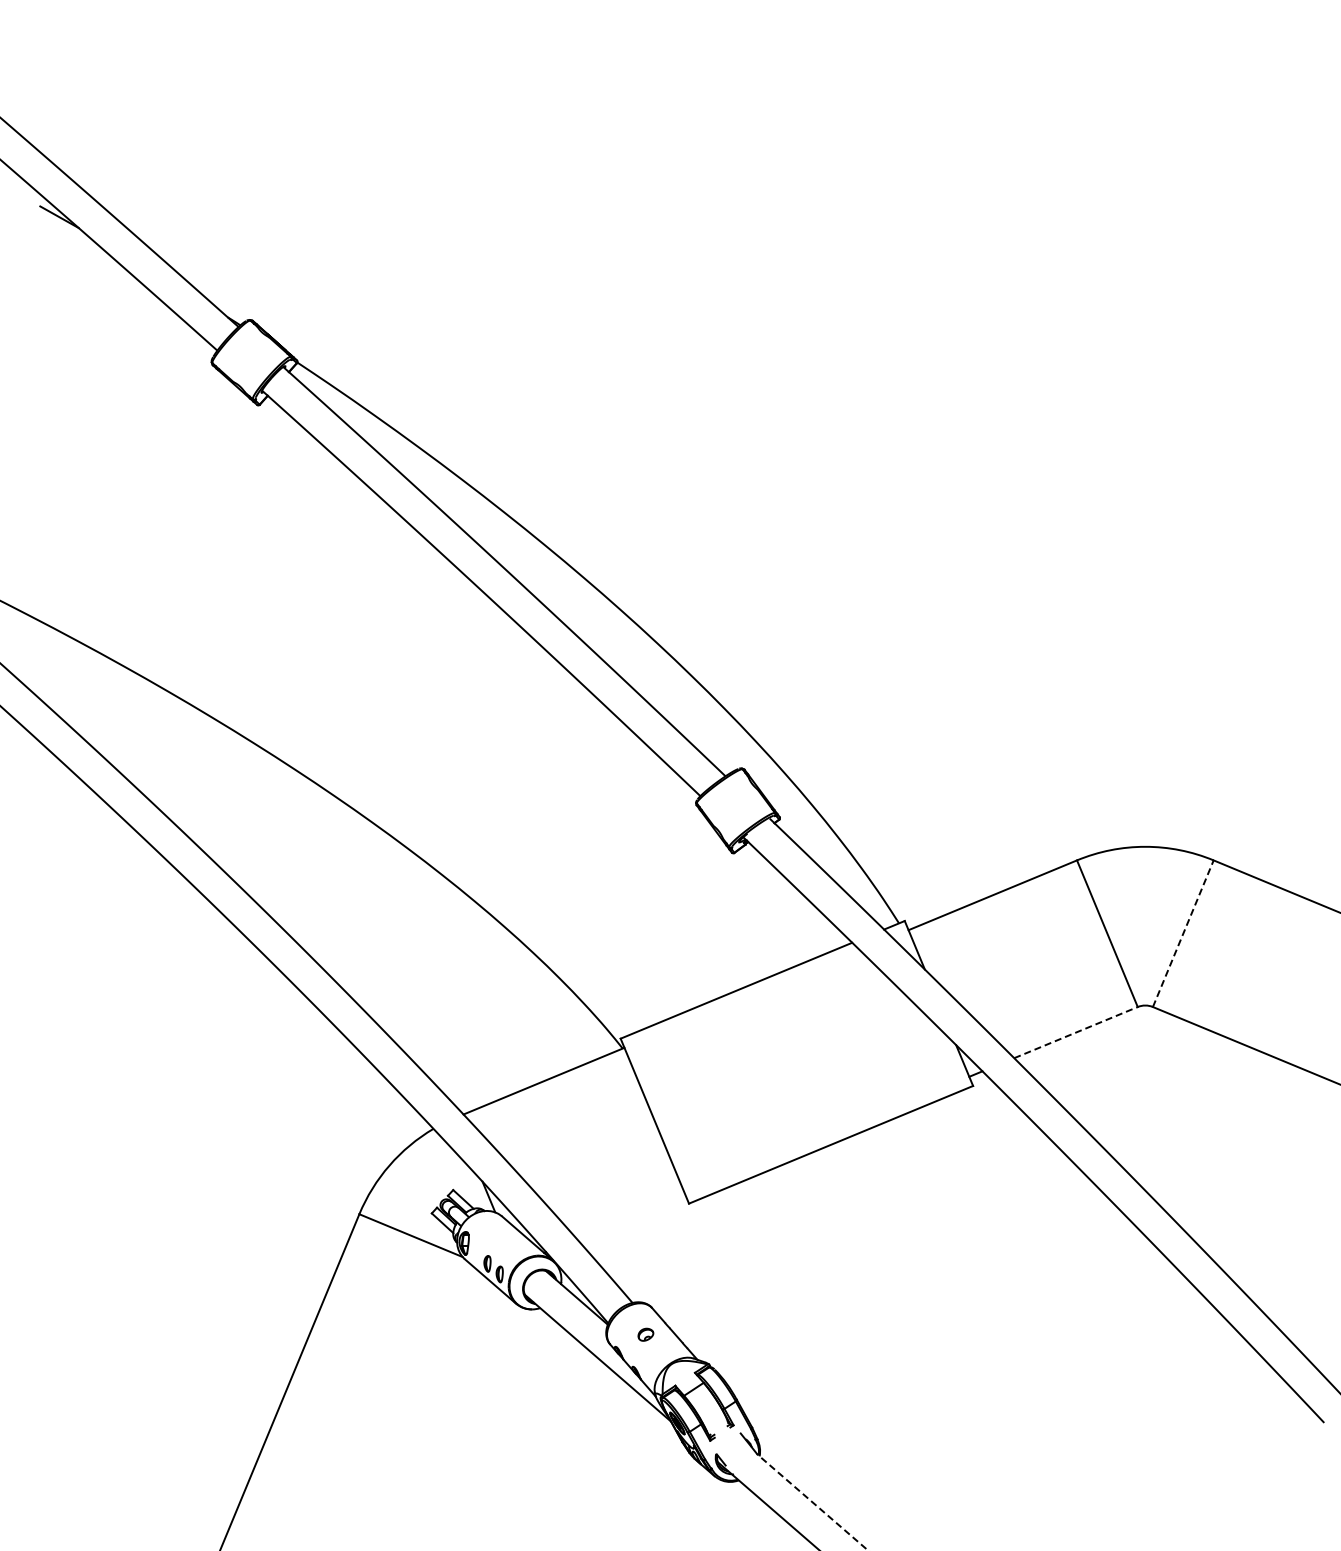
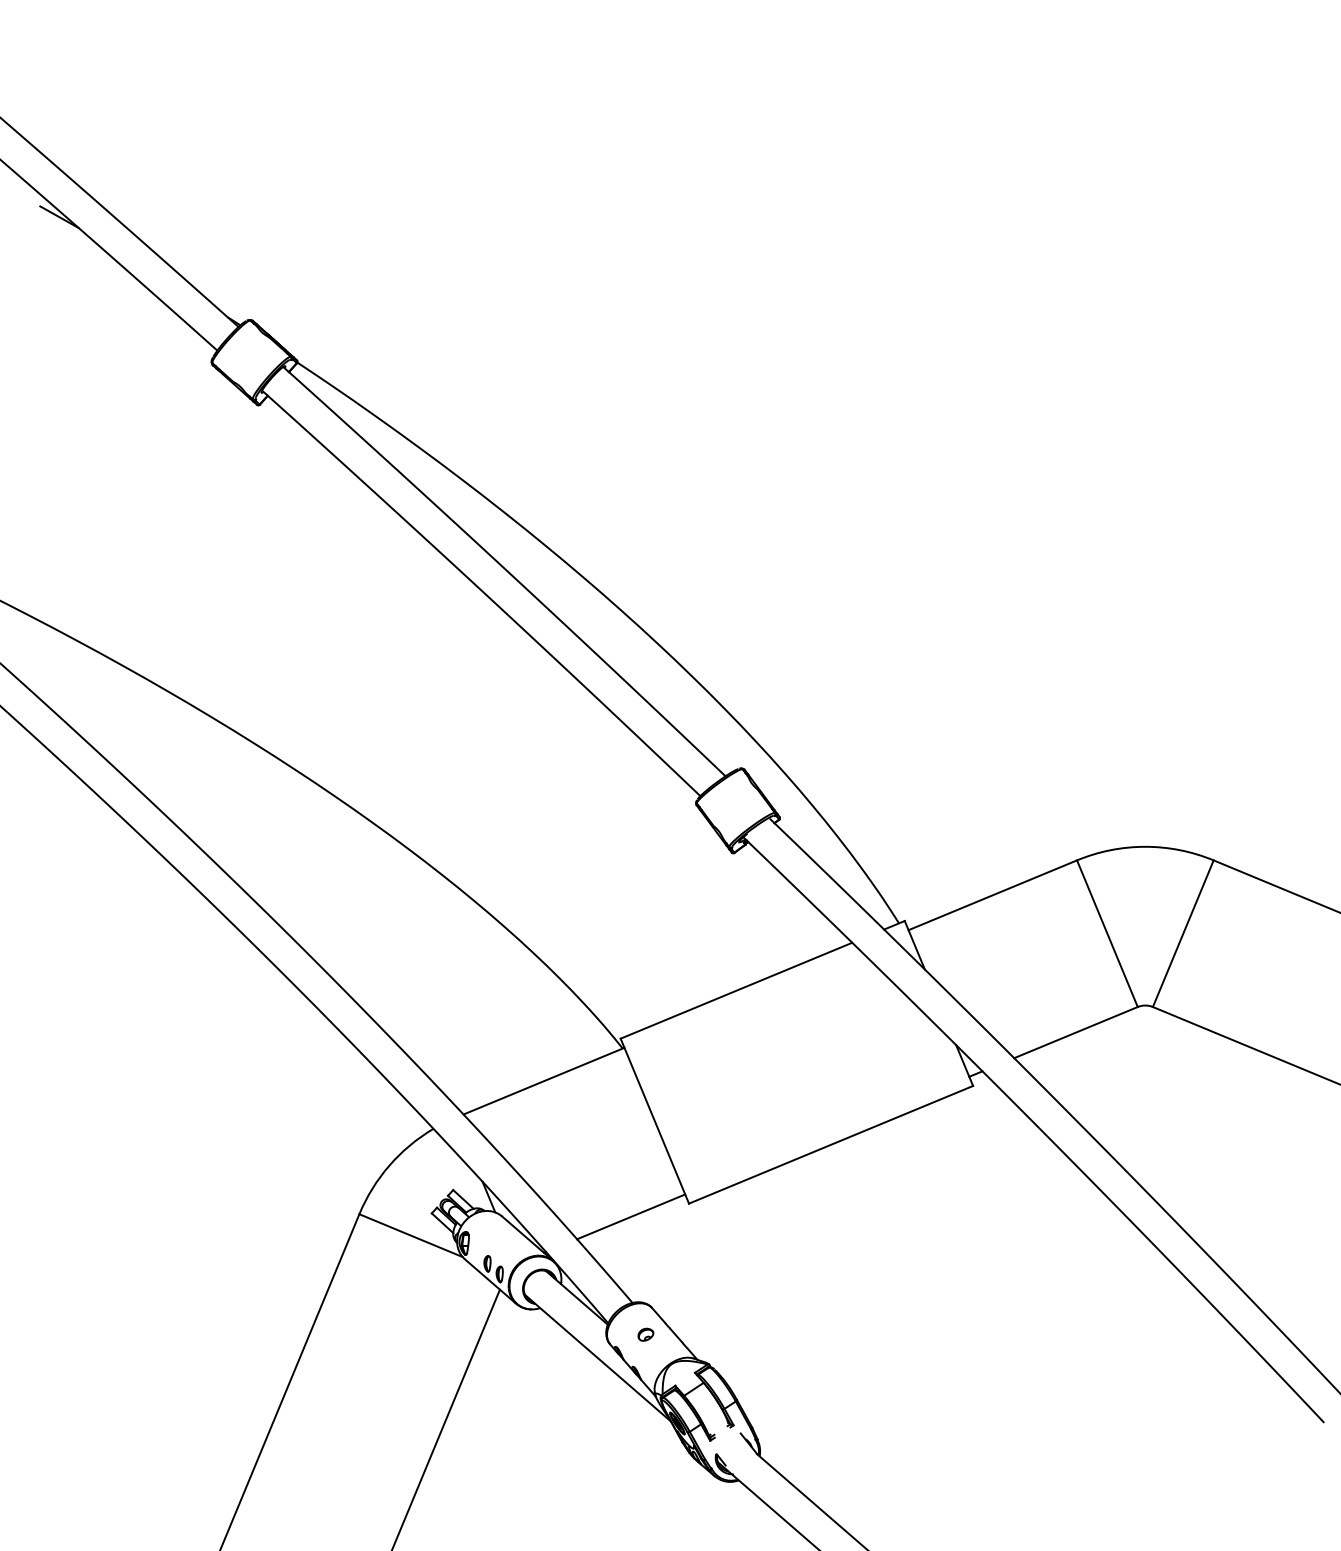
line at (1183, 933): dashed -> solid
line at (1075, 1032): dashed -> solid
line at (631, 1216): none -> present
line at (446, 1418): none -> present
line at (812, 1502): dashed -> solid
